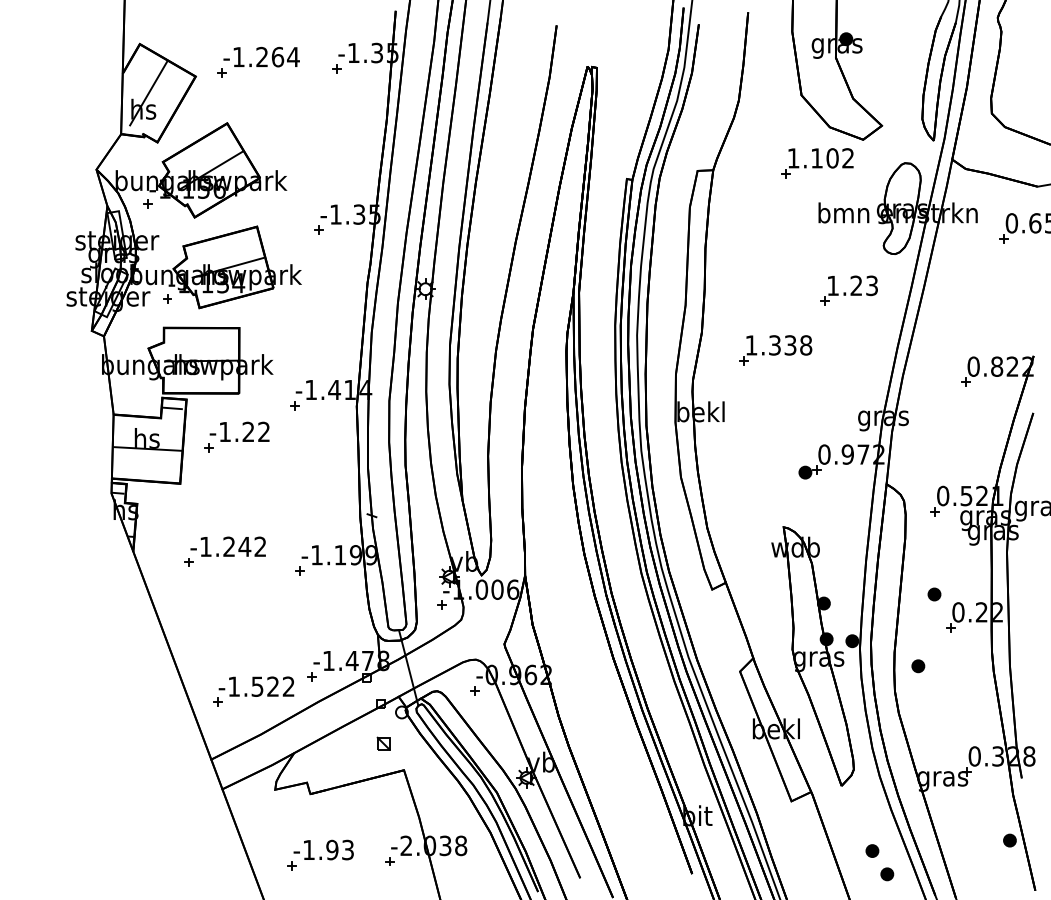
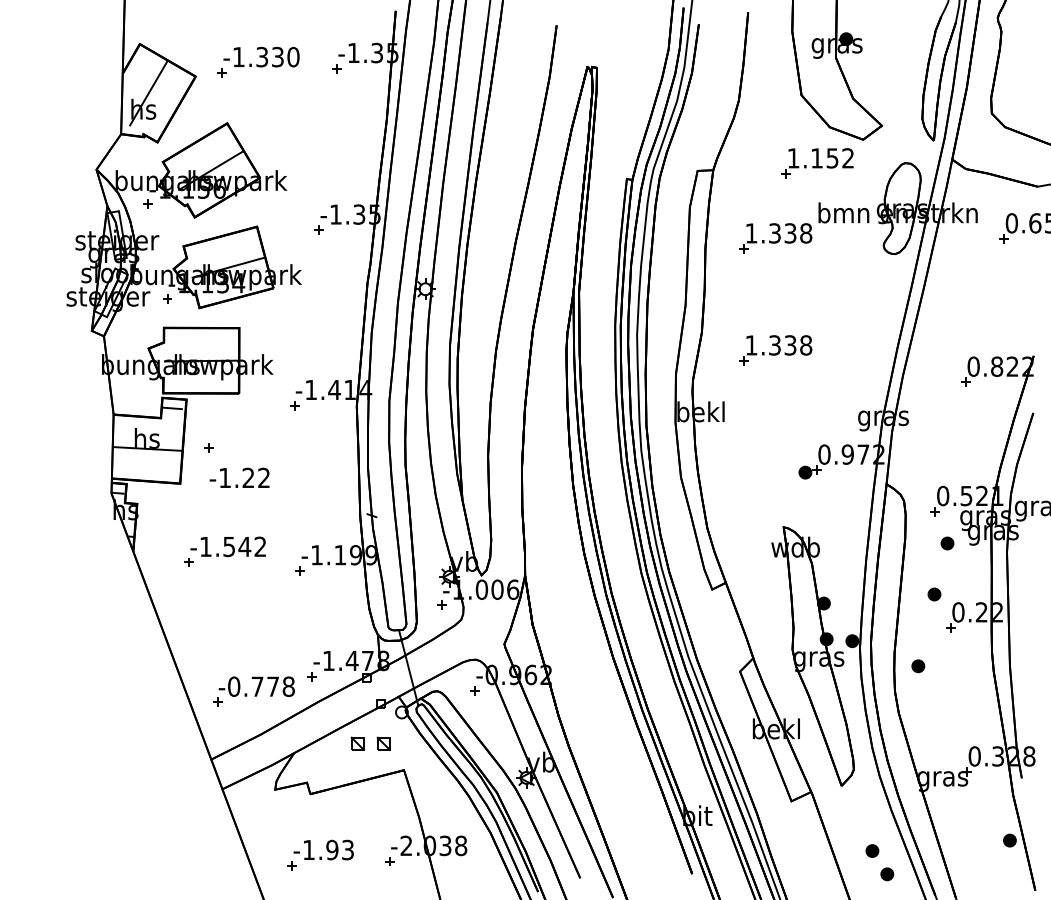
text at (277, 56): -1.264 -> -1.330
text at (832, 158): 1.102 -> 1.152
part at (775, 238): none -> present
part at (848, 290): present -> none
text at (239, 431) position: (239, 431) -> (239, 477)
part at (947, 543): none -> present
text at (228, 546): -1.242 -> -1.542
text at (261, 686): -1.522 -> -0.778
part at (357, 743): none -> present
